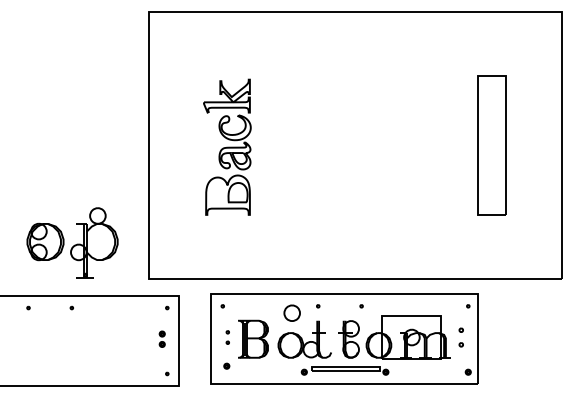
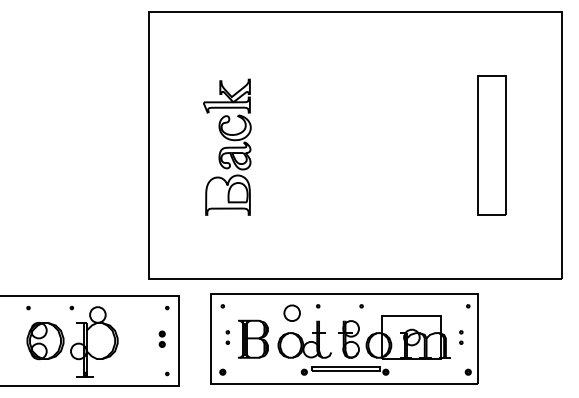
part at (72, 242) position: (72, 242) -> (72, 341)
part at (460, 337) size: 6x21 px -> 5x15 px
part at (226, 365) position: (226, 365) -> (222, 371)
